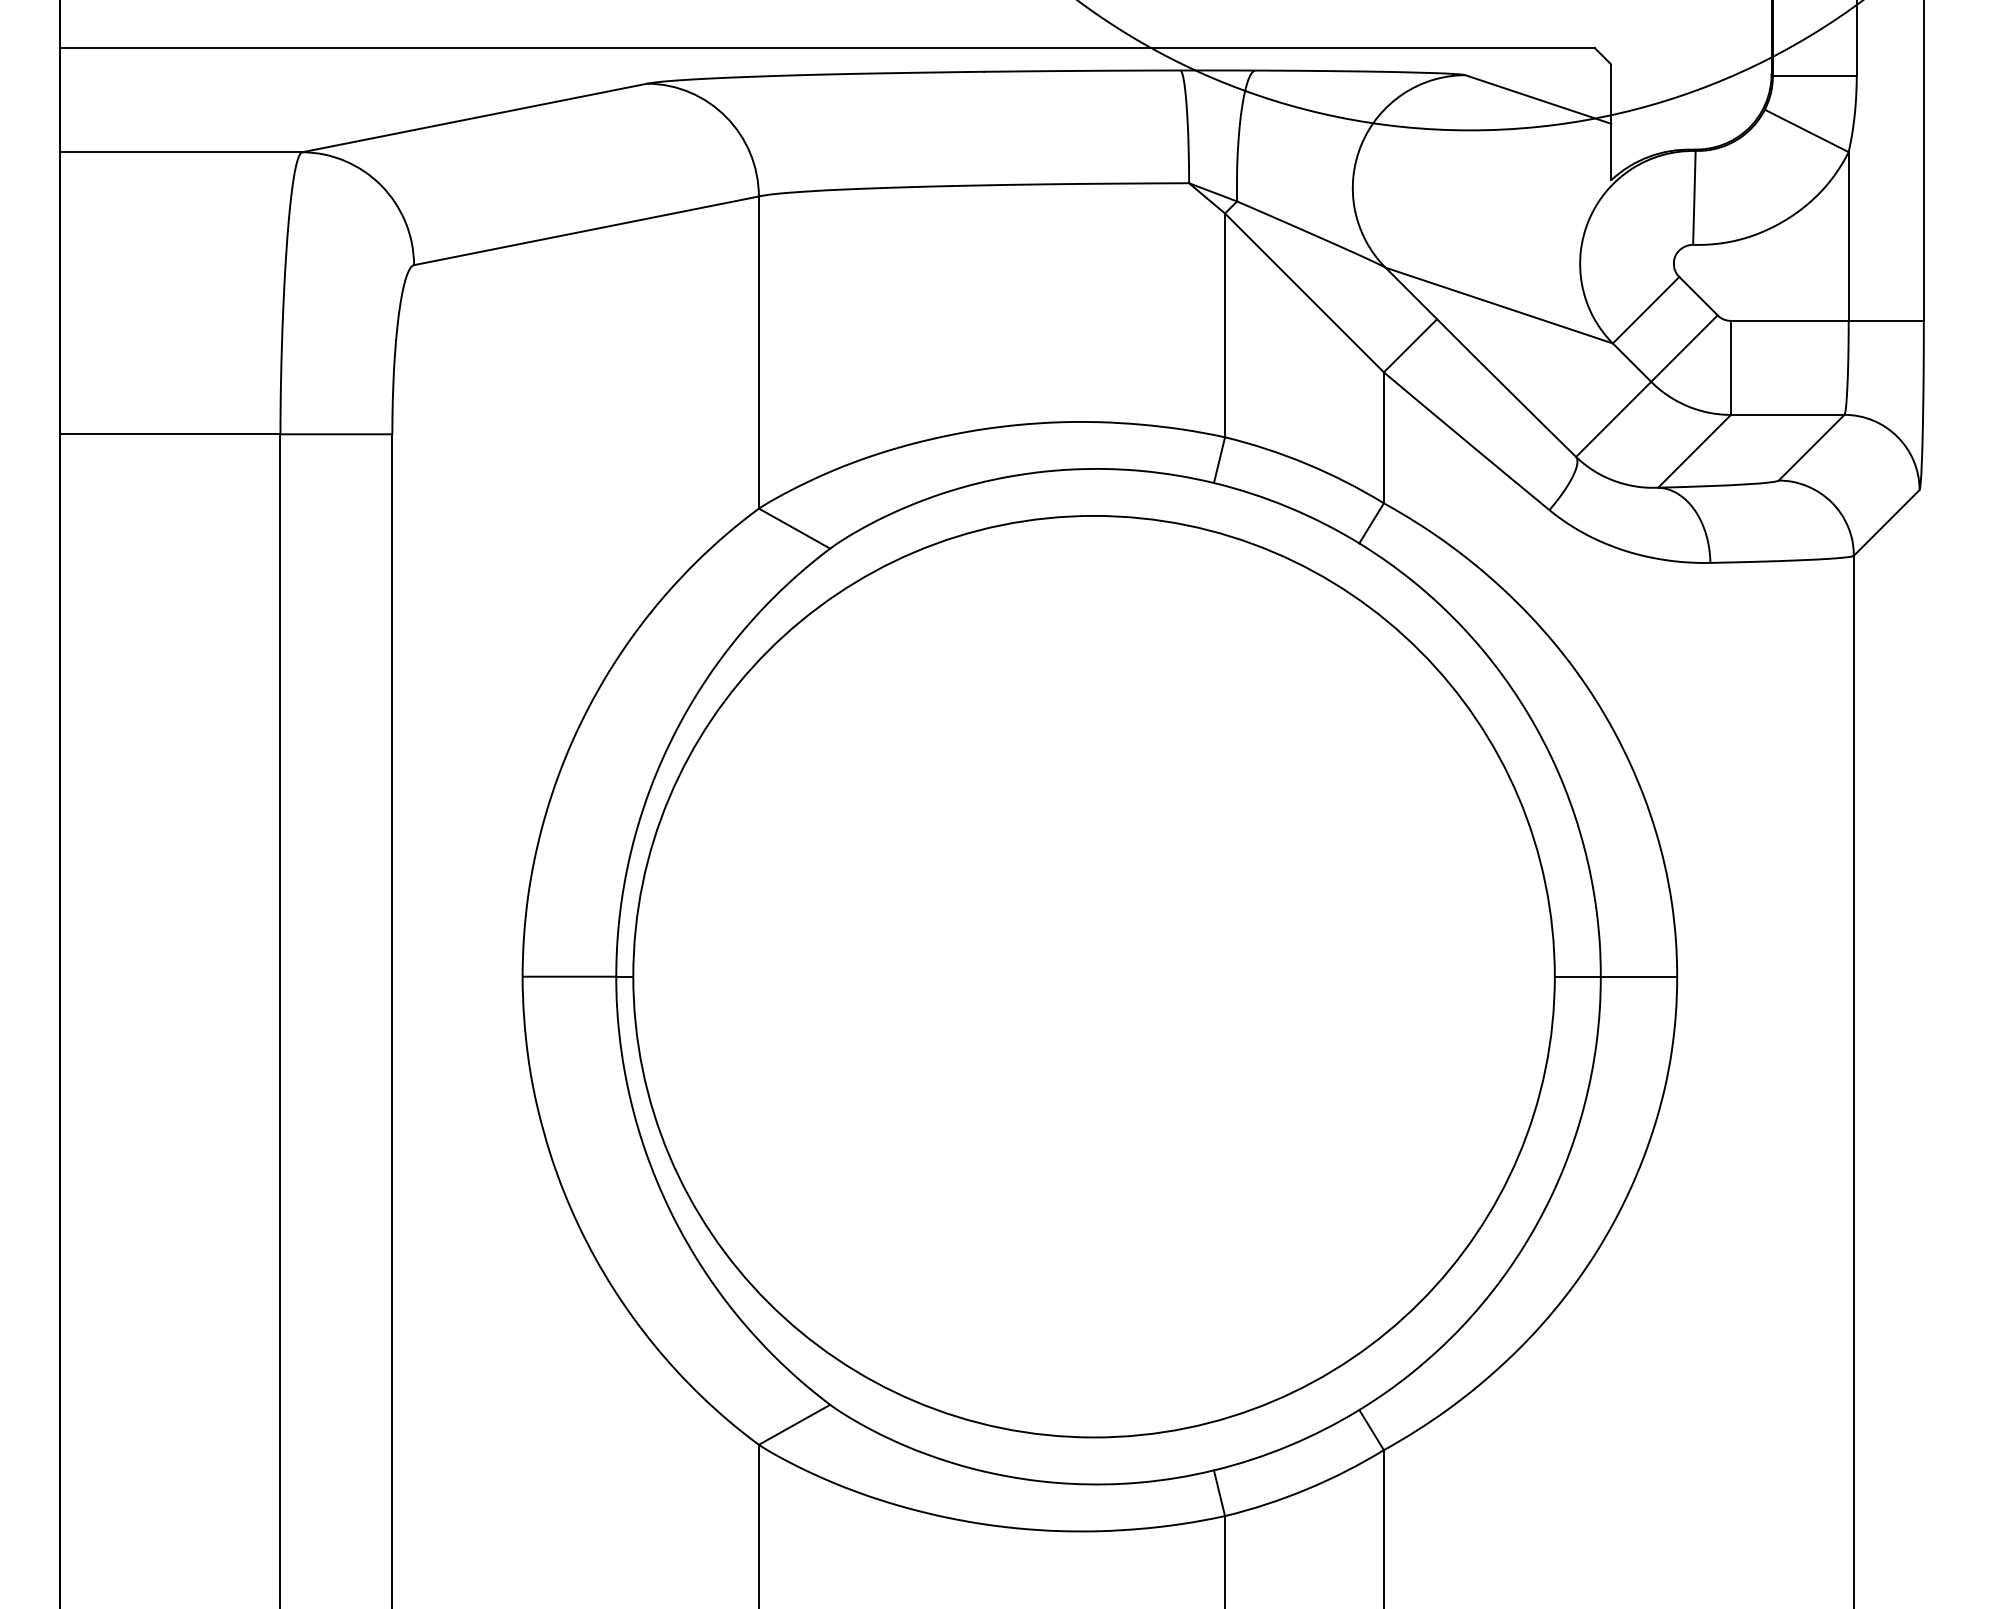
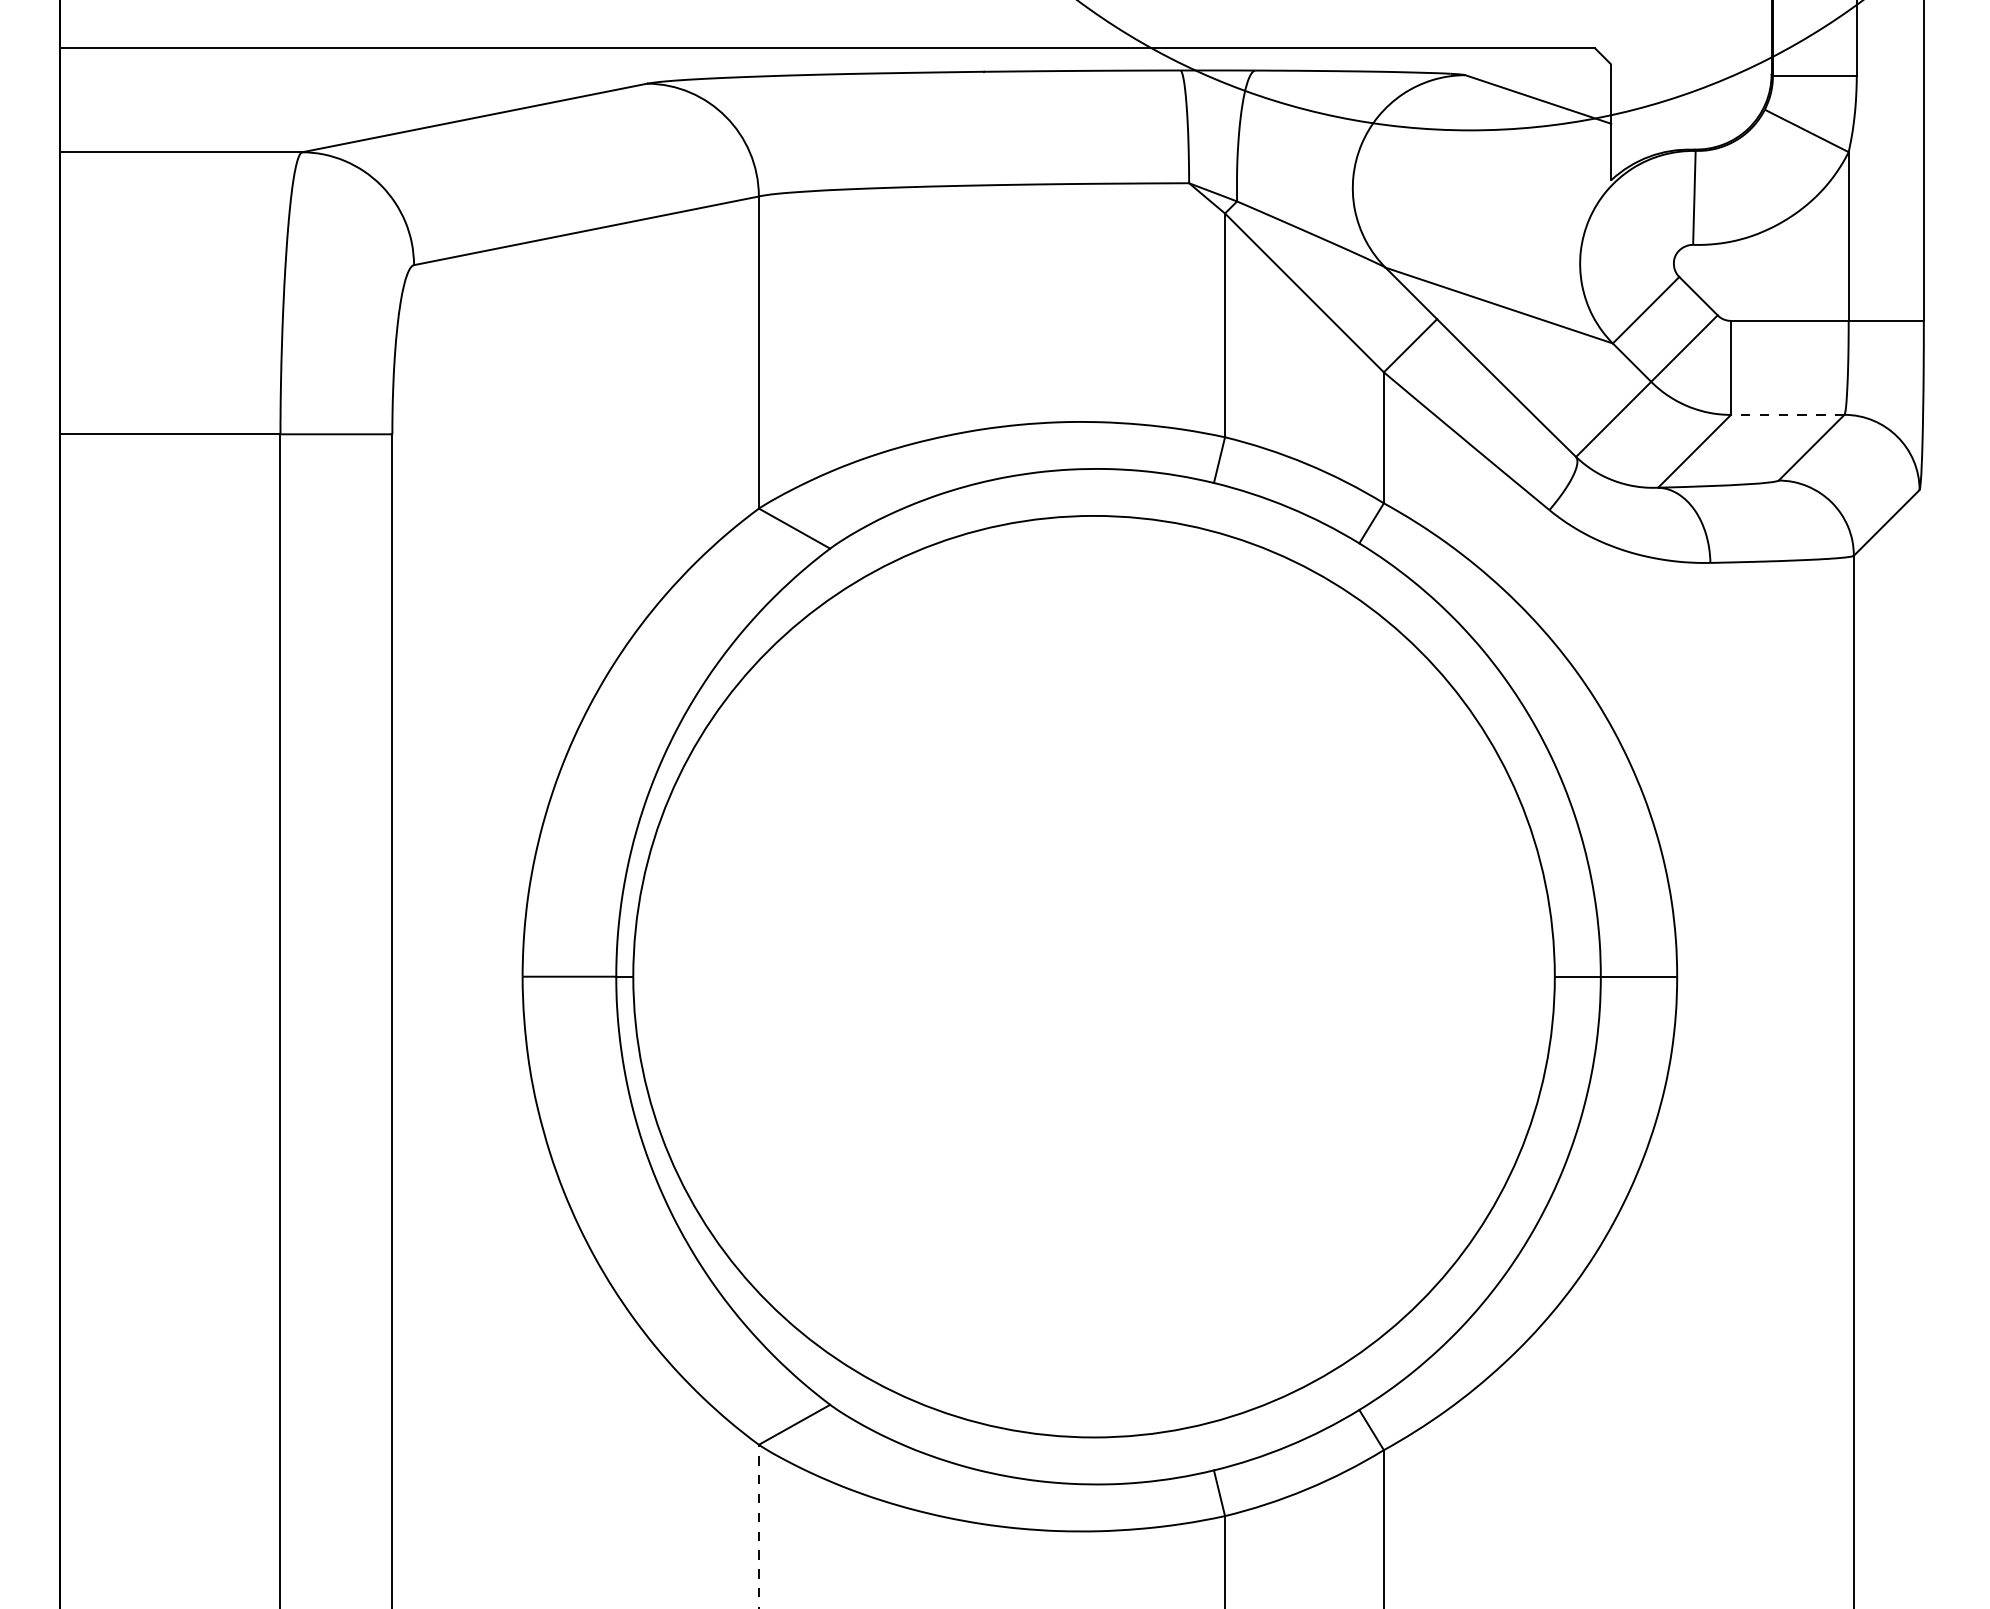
line at (1787, 414): solid -> dashed
line at (758, 1526): solid -> dashed
